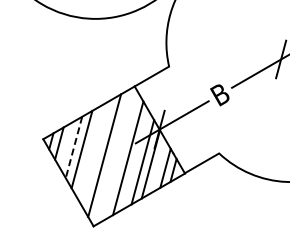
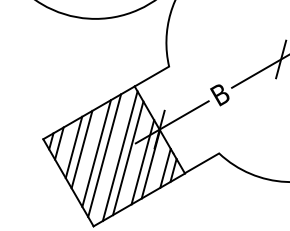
line at (74, 147): dashed -> solid
line at (96, 153): none -> present
line at (119, 156): none -> present
